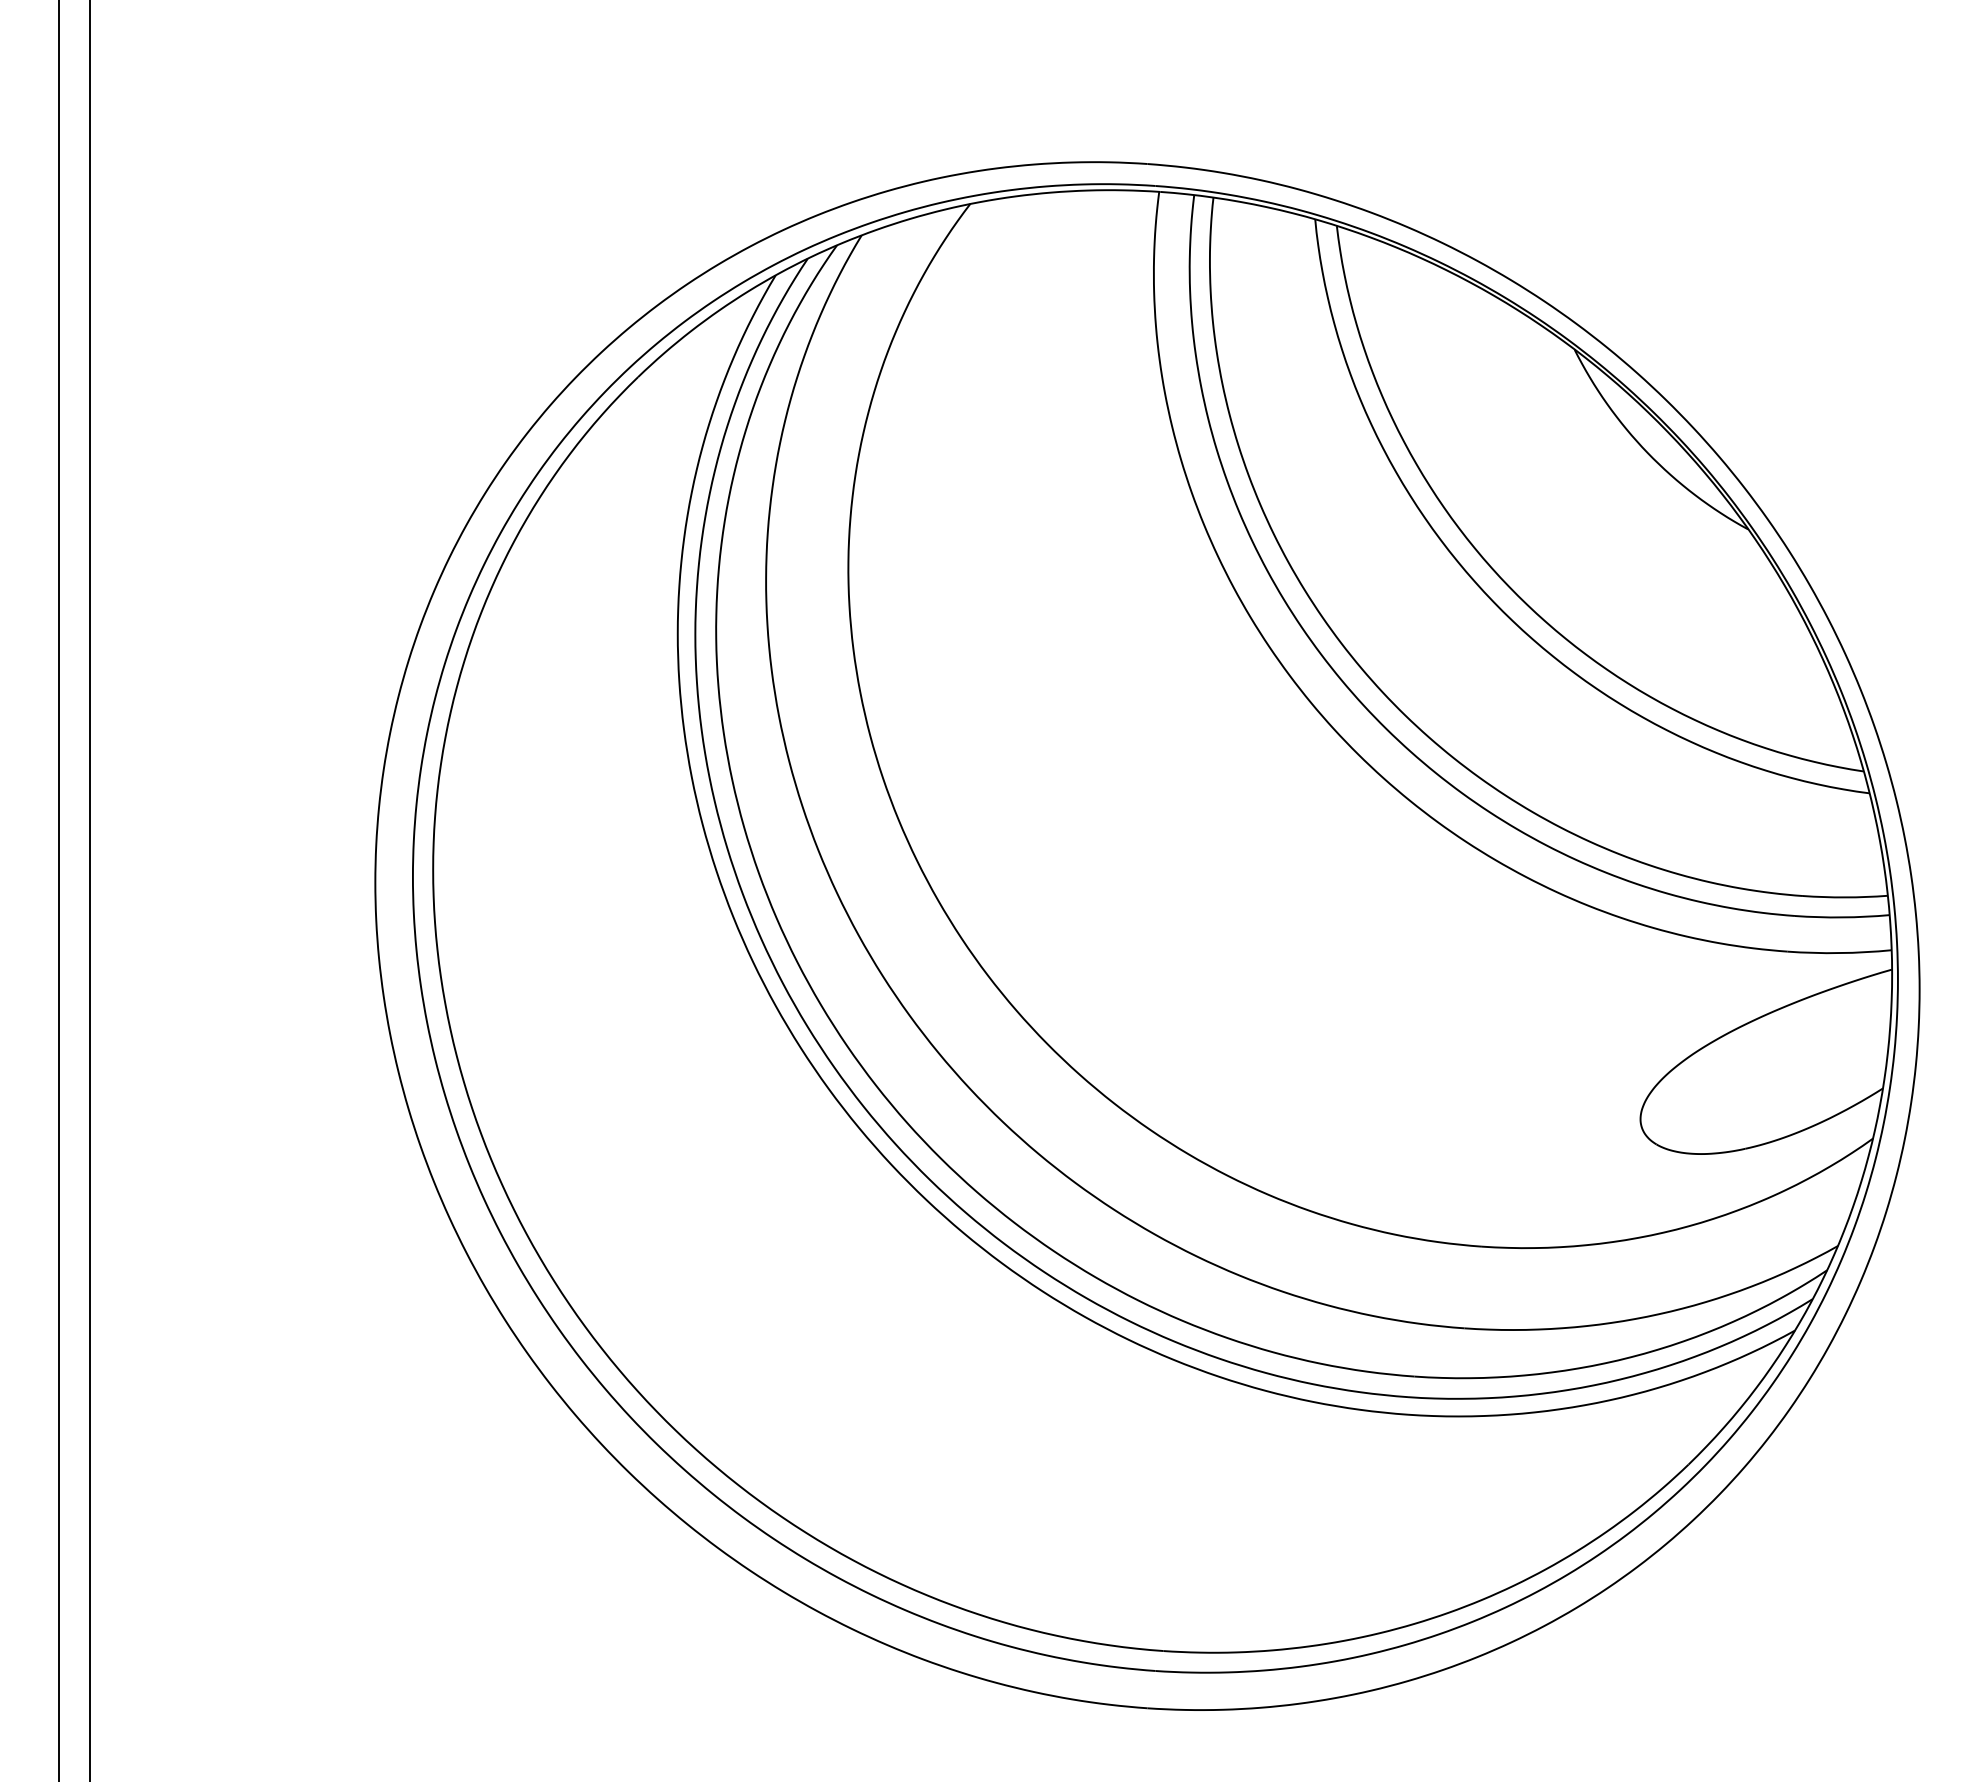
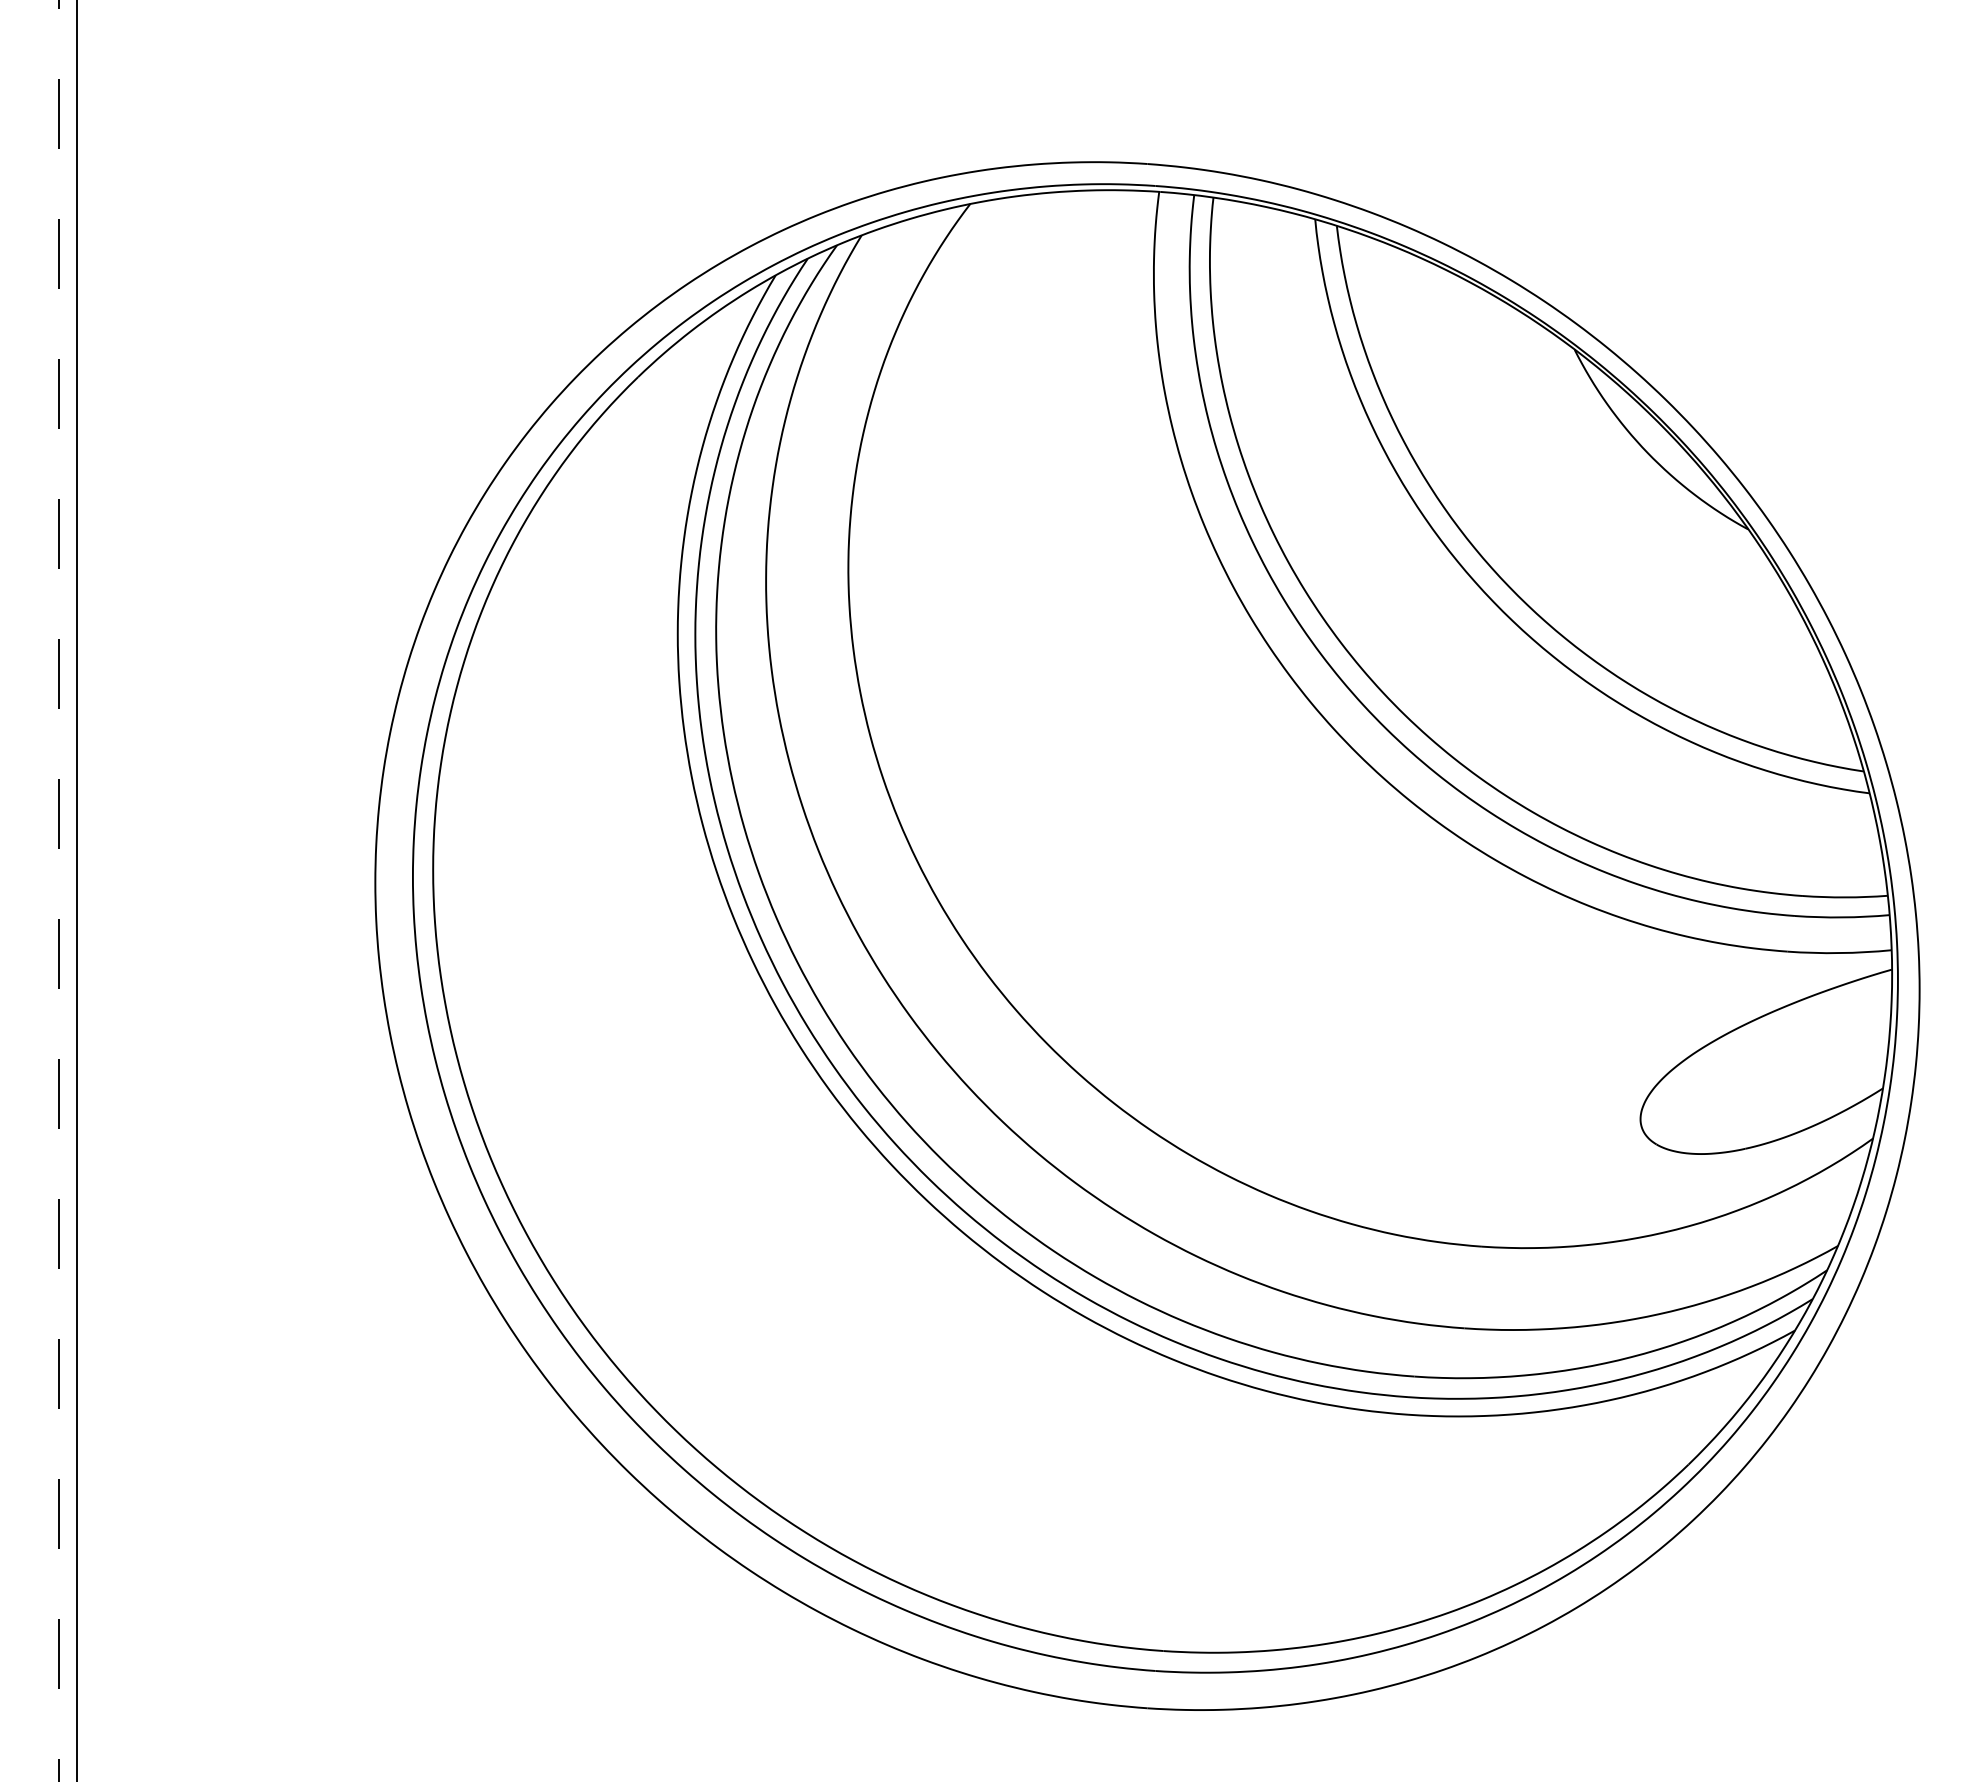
line at (90, 890) position: (90, 890) -> (77, 890)
line at (59, 891): solid -> dashed
